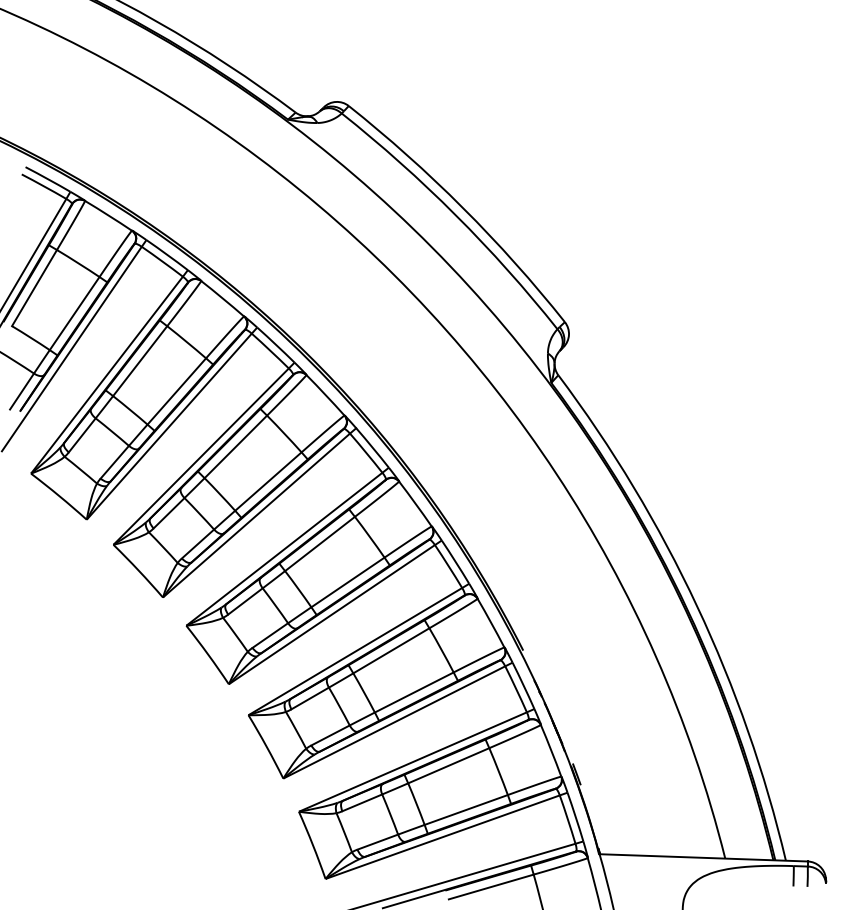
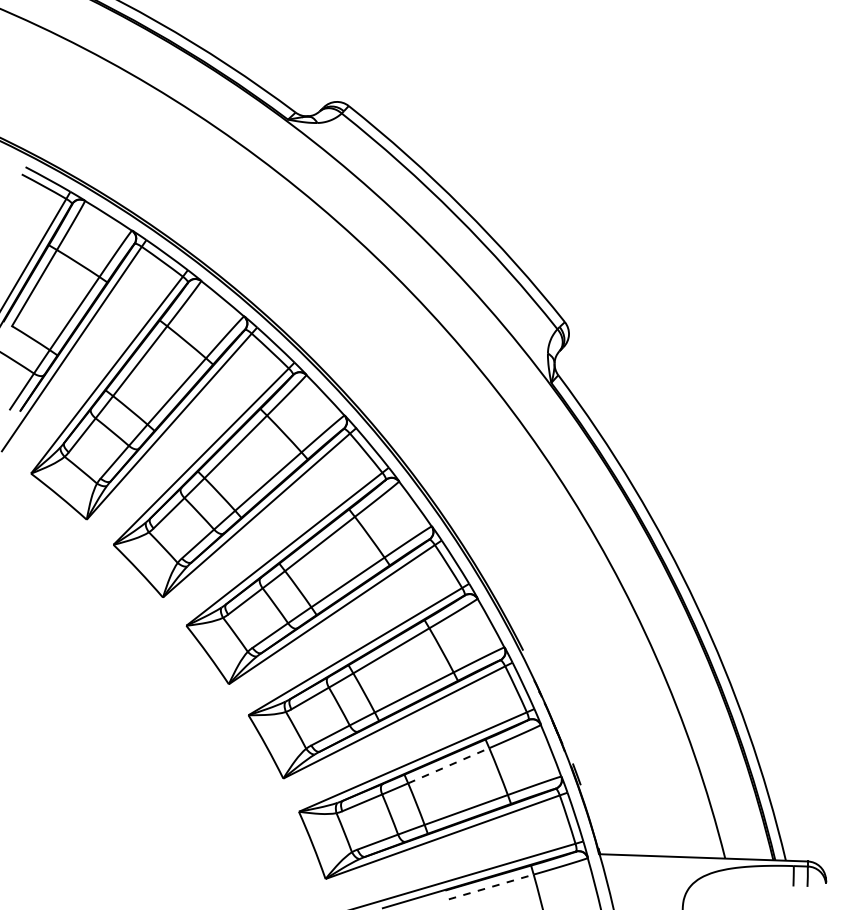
line at (449, 765): solid -> dashed
line at (491, 886): solid -> dashed
